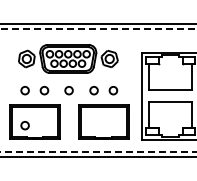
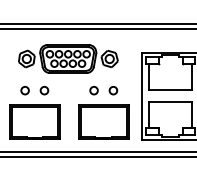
line at (98, 29): dashed -> solid
circle at (68, 90): present -> none
circle at (24, 125): present -> none
line at (97, 151): dashed -> solid
